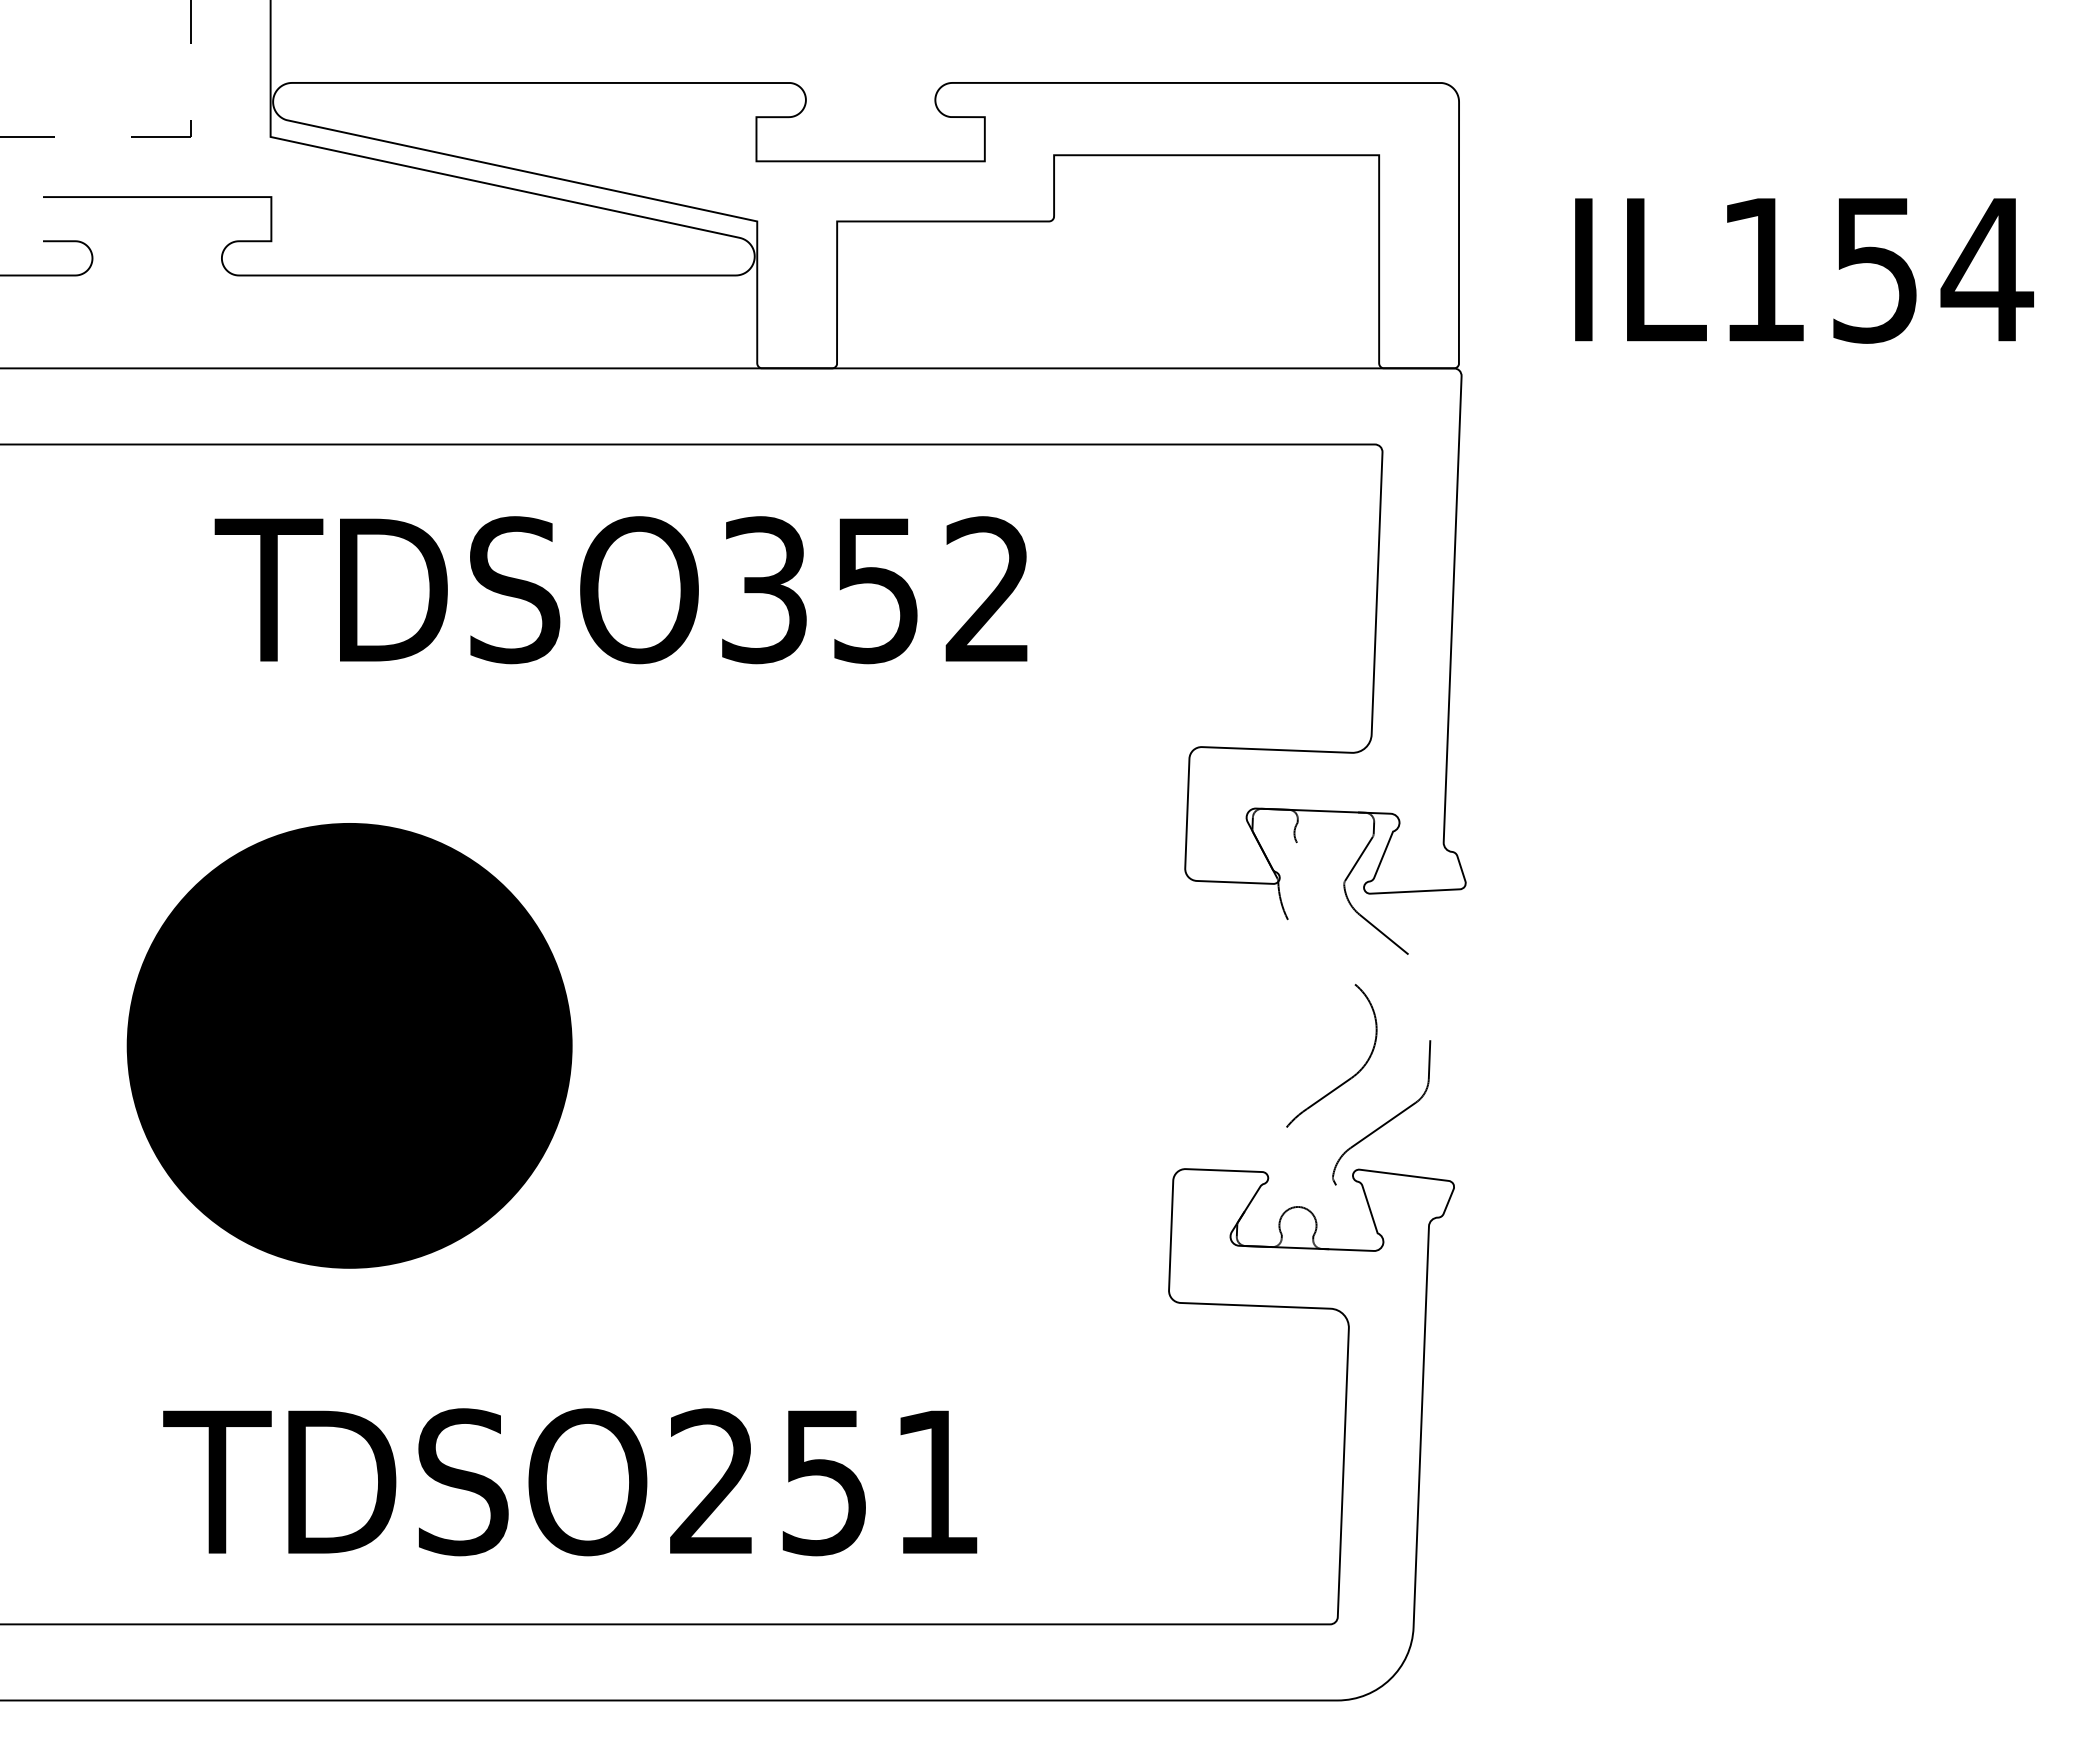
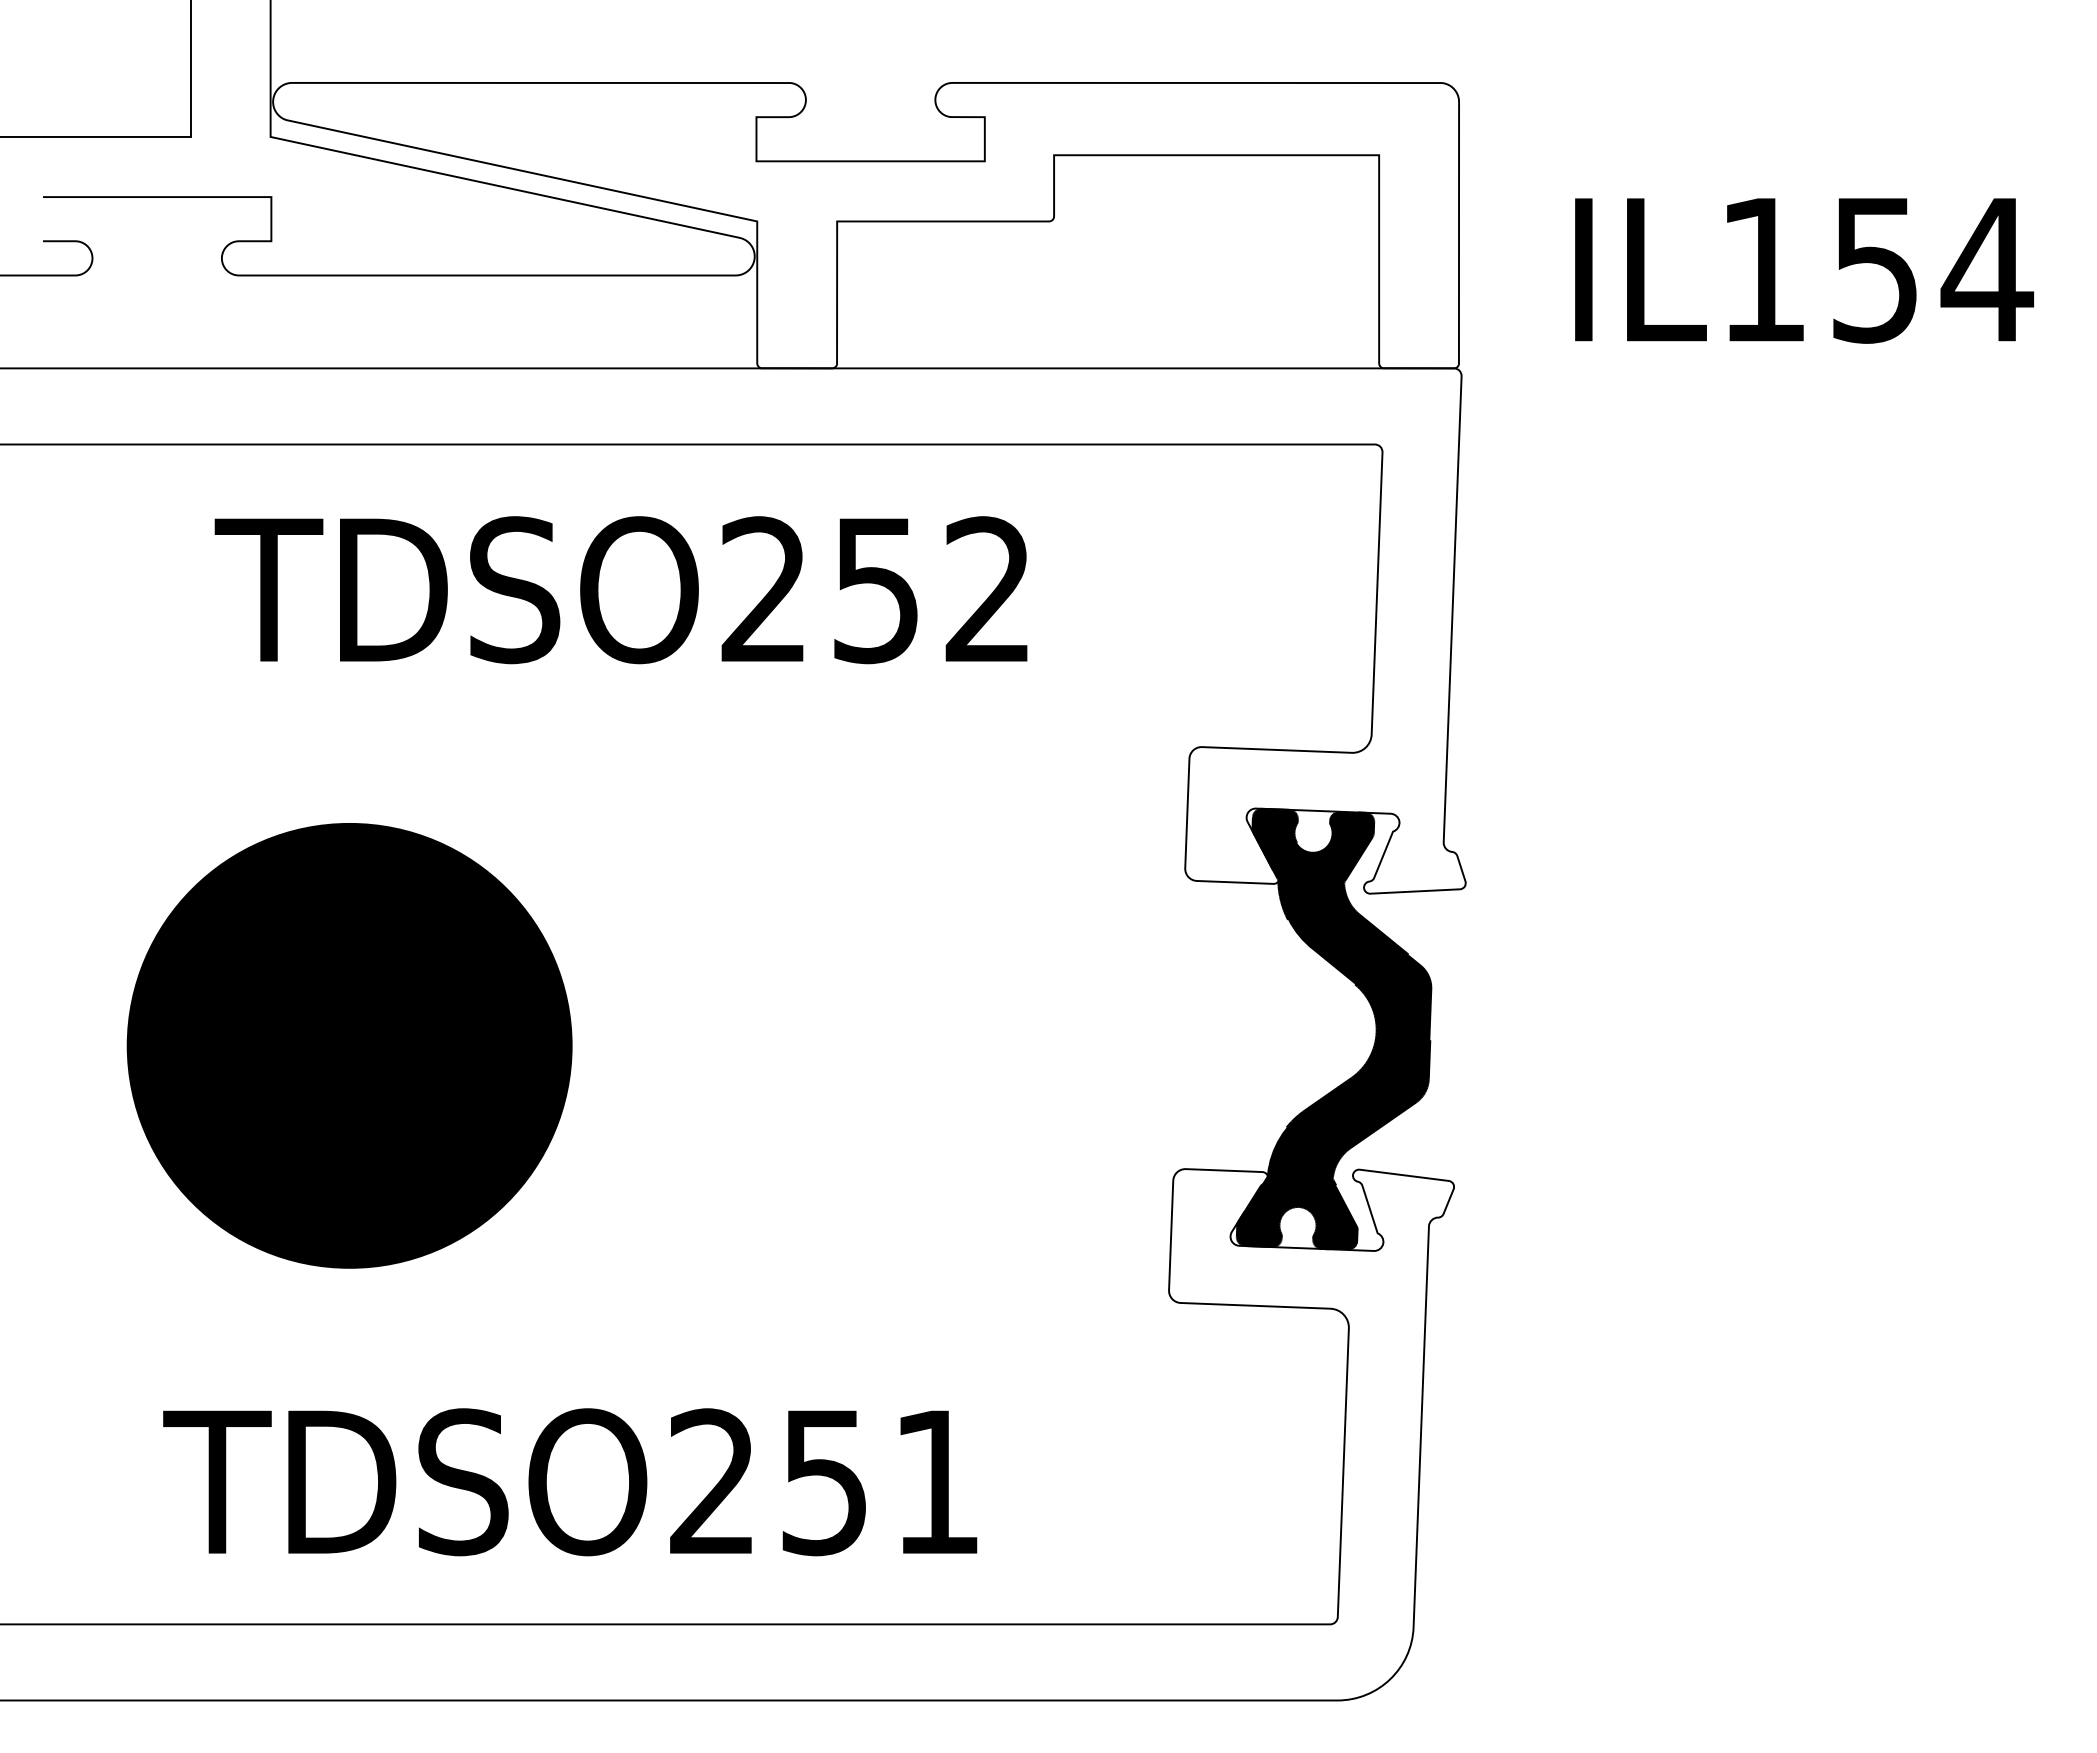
line at (164, 136): dashed -> solid
text at (763, 590): TDSO352 -> TDSO252
fill at (1334, 1029): none -> present
